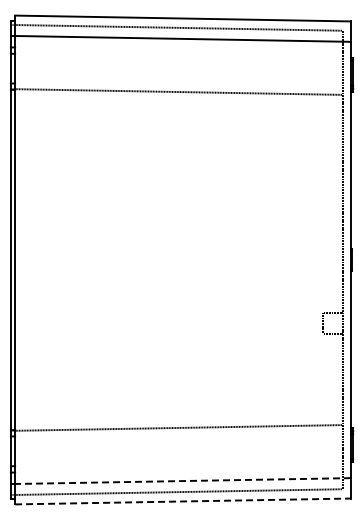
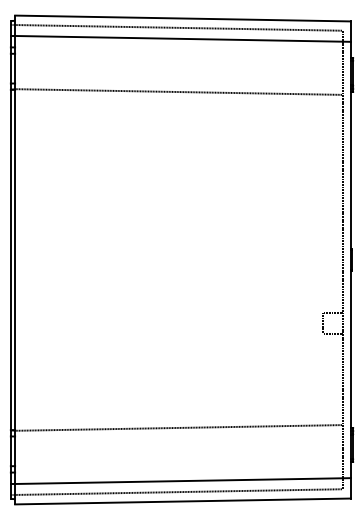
line at (183, 481): dashed -> solid
line at (183, 501): dashed -> solid
